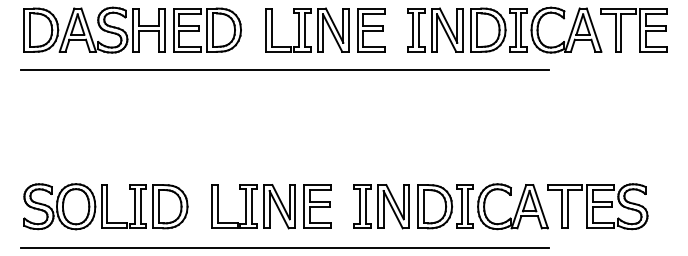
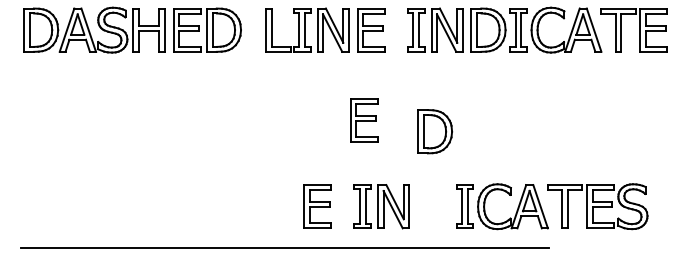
line at (284, 70): present -> none
part at (364, 120): none -> present
part at (105, 206): present -> none
part at (253, 206): present -> none
part at (435, 206) position: (435, 206) -> (435, 131)
